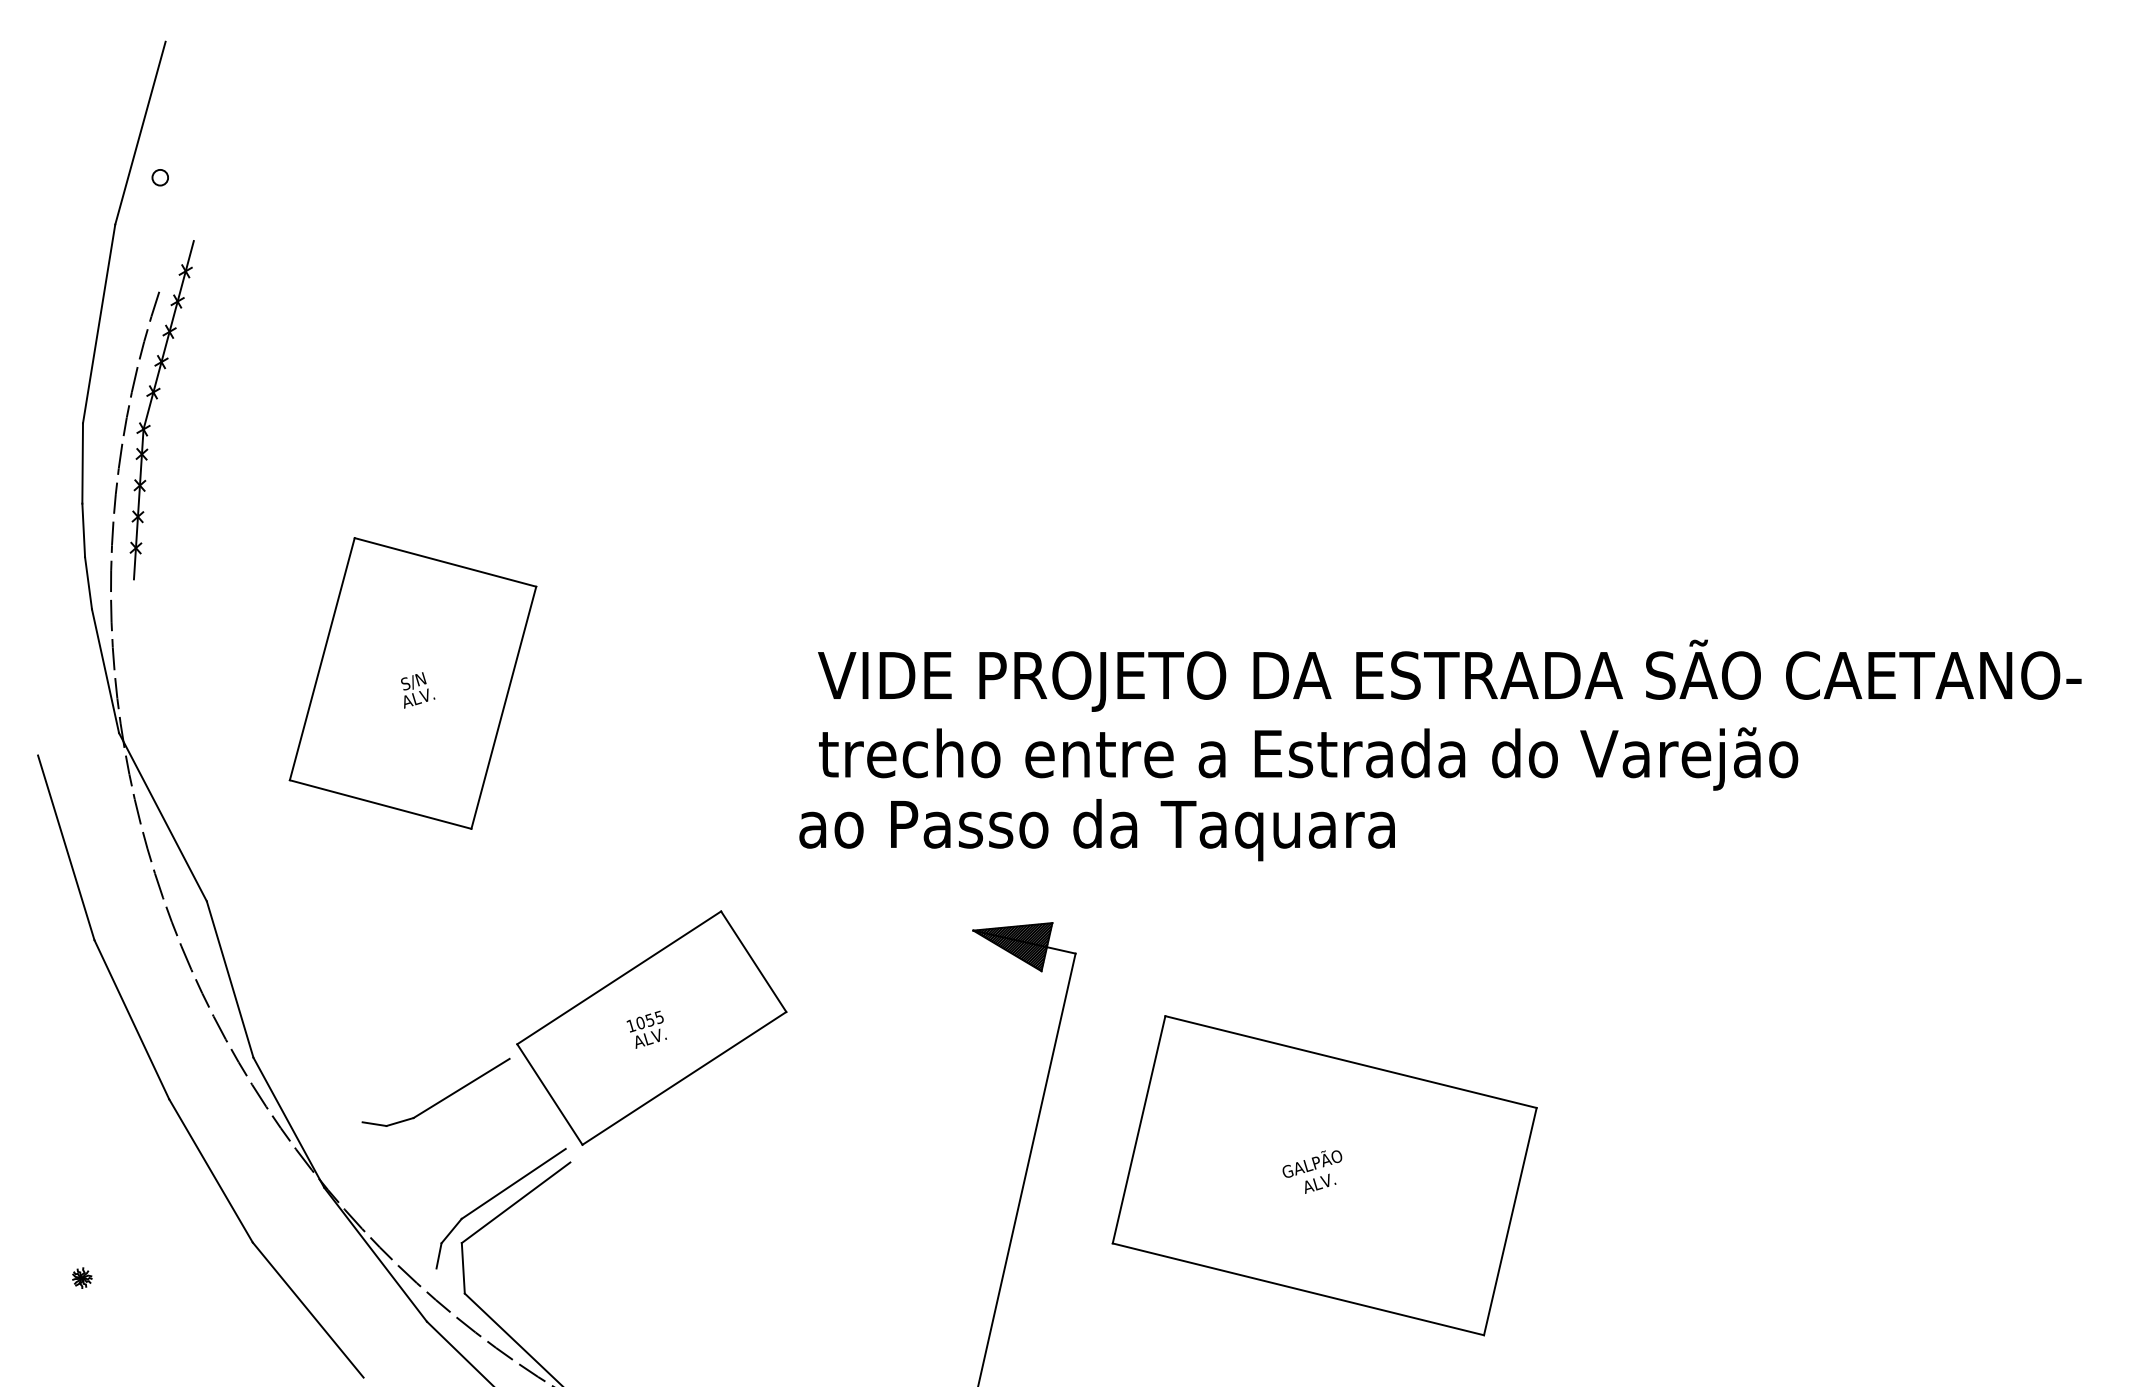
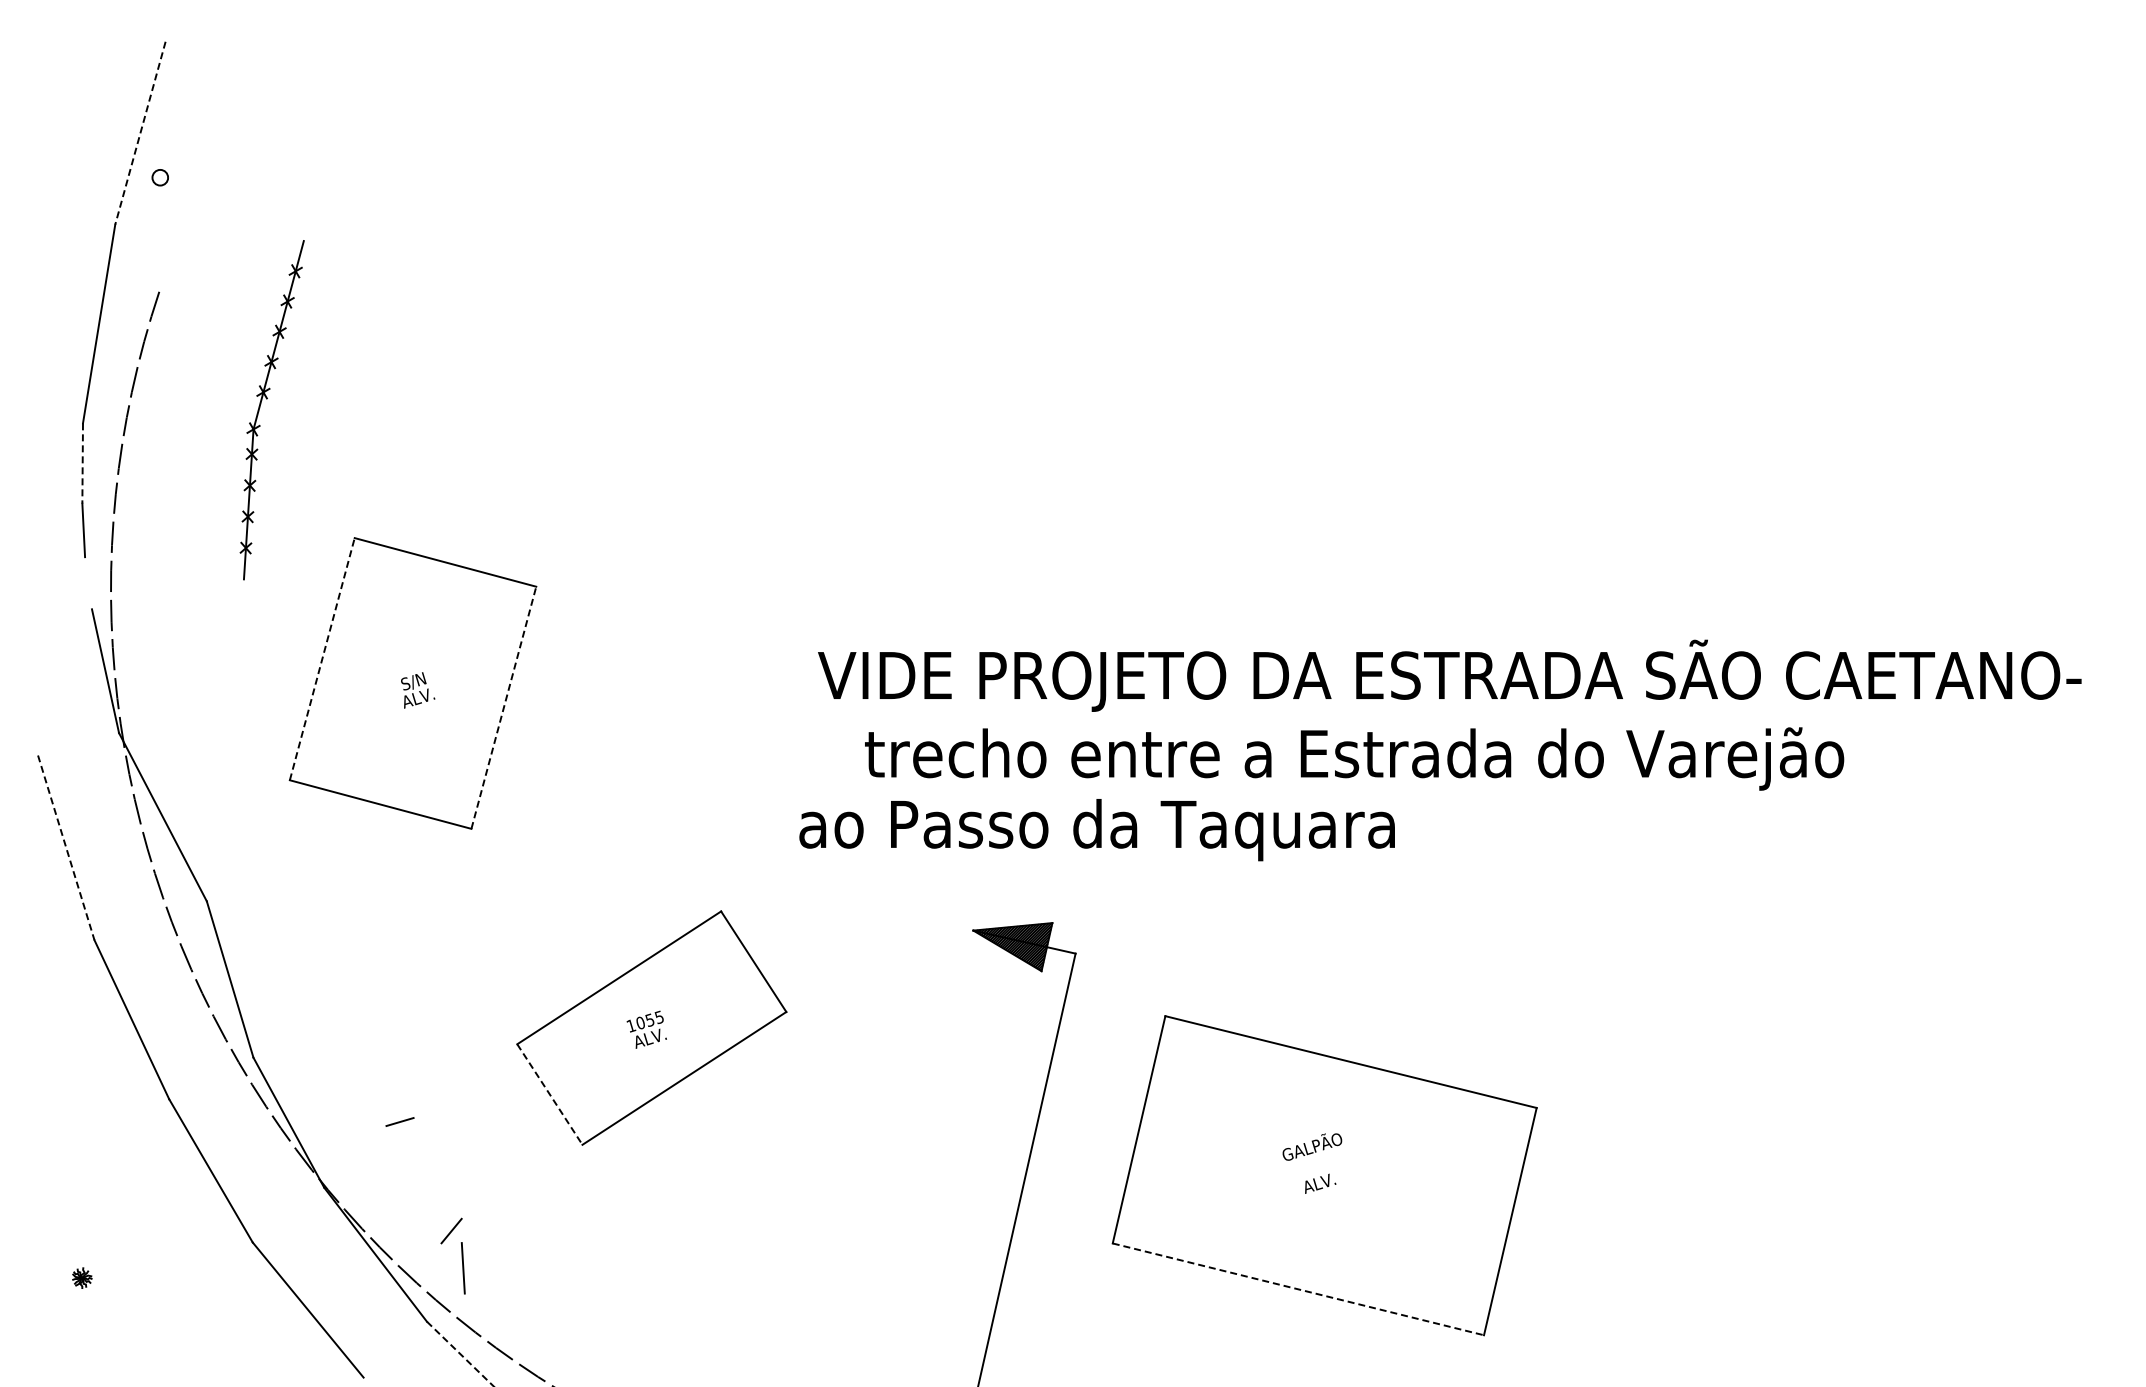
line at (140, 133): solid -> dashed
part at (150, 408) position: (150, 408) -> (260, 408)
line at (82, 464): solid -> dashed
line at (88, 583): present -> none
line at (322, 658): solid -> dashed
line at (503, 707): solid -> dashed
text at (1308, 758) position: (1308, 758) -> (1354, 758)
line at (66, 847): solid -> dashed
line at (461, 1088): present -> none
line at (549, 1094): solid -> dashed
line at (374, 1124): present -> none
text at (1312, 1163) position: (1312, 1163) -> (1312, 1146)
line at (513, 1183): present -> none
line at (515, 1202): present -> none
line at (438, 1255): present -> none
line at (1298, 1289): solid -> dashed
line at (511, 1338): present -> none
line at (460, 1354): solid -> dashed
